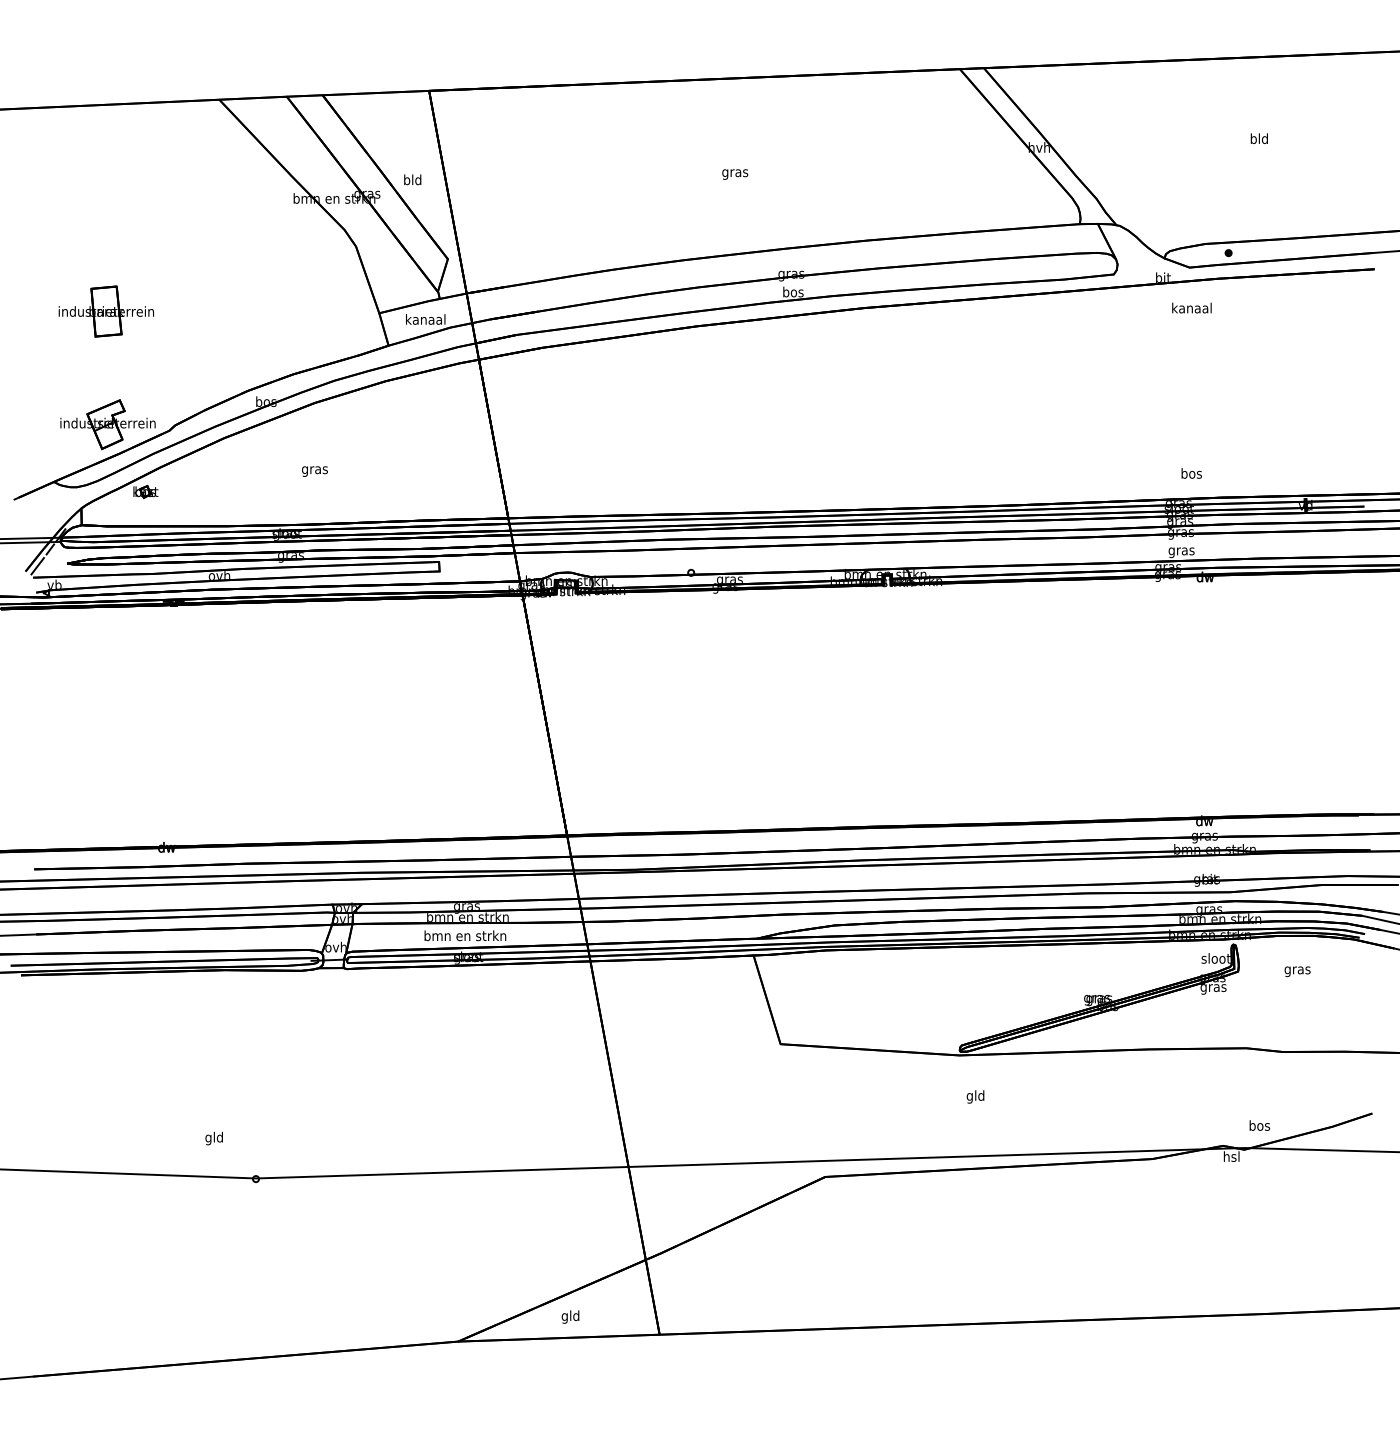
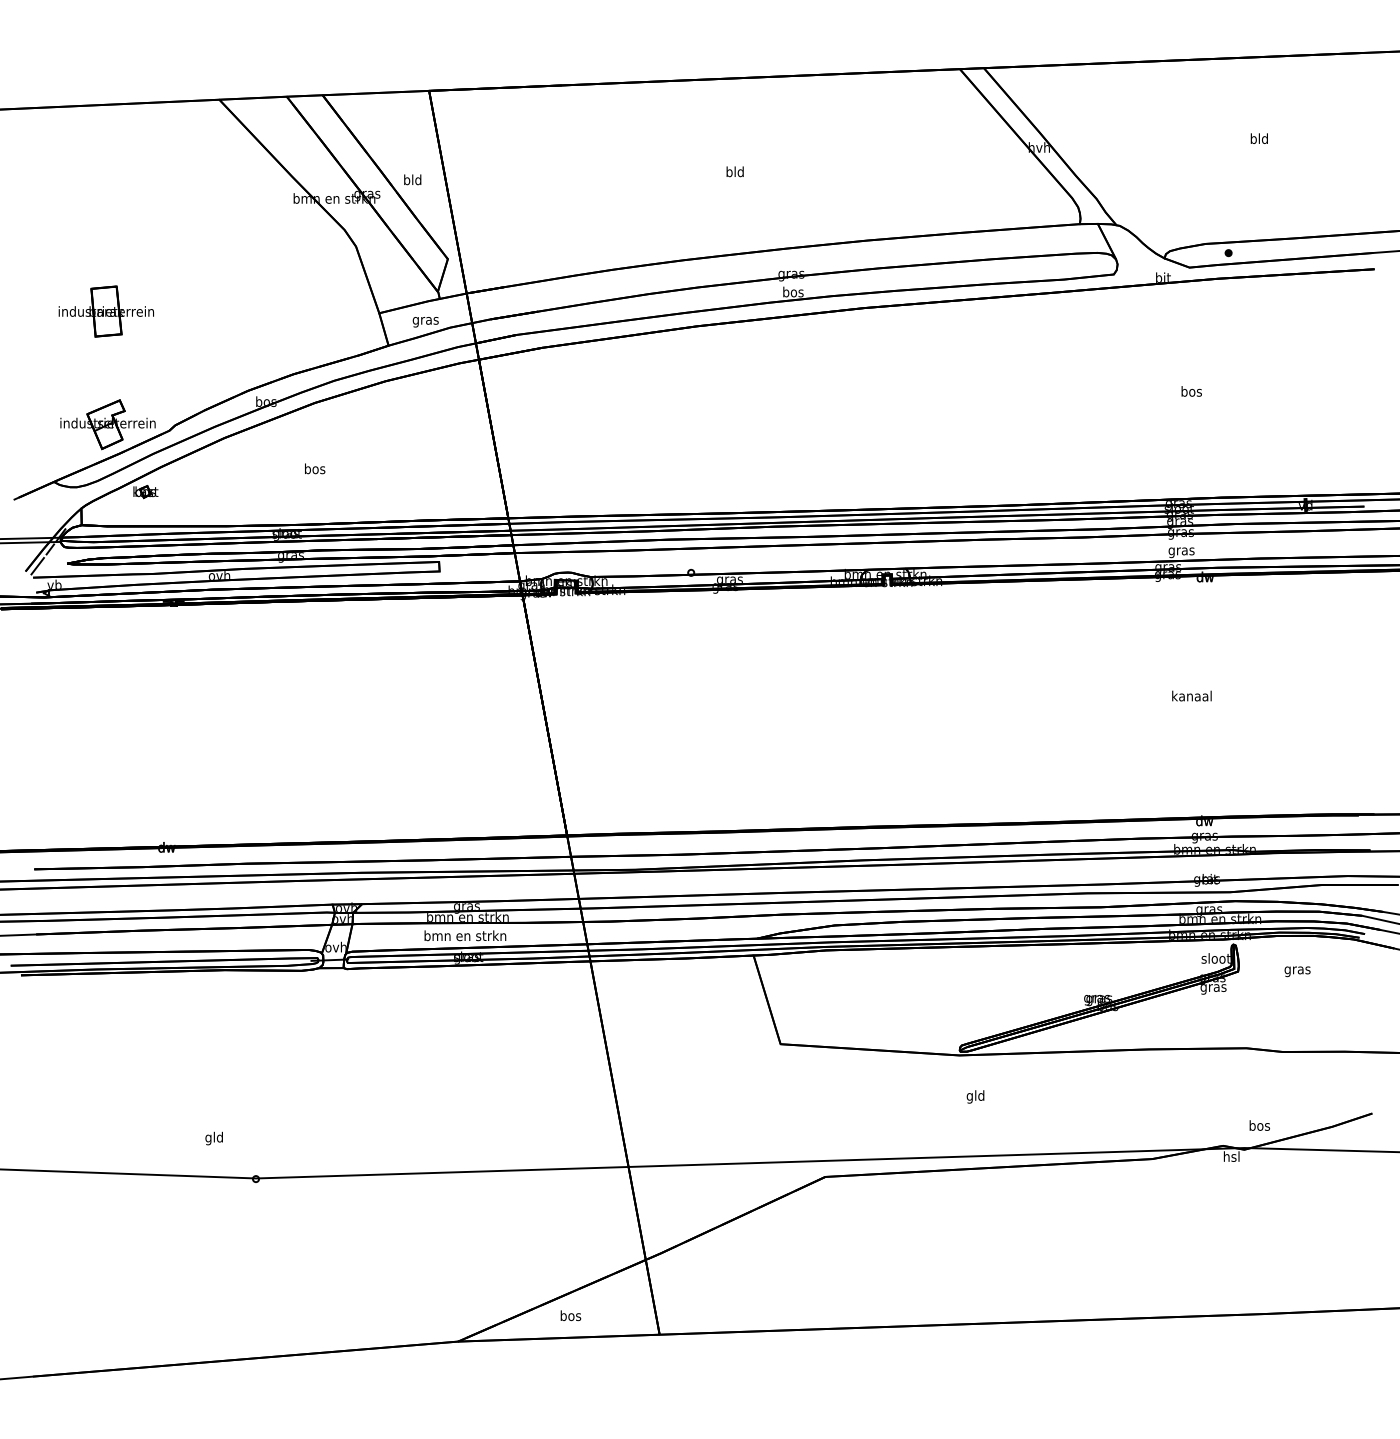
text at (735, 172): gras -> bld
text at (1191, 307) position: (1191, 307) -> (1191, 695)
text at (425, 320): kanaal -> gras
text at (314, 469): gras -> bos
text at (1191, 473) position: (1191, 473) -> (1191, 391)
text at (570, 1316): gld -> bos
